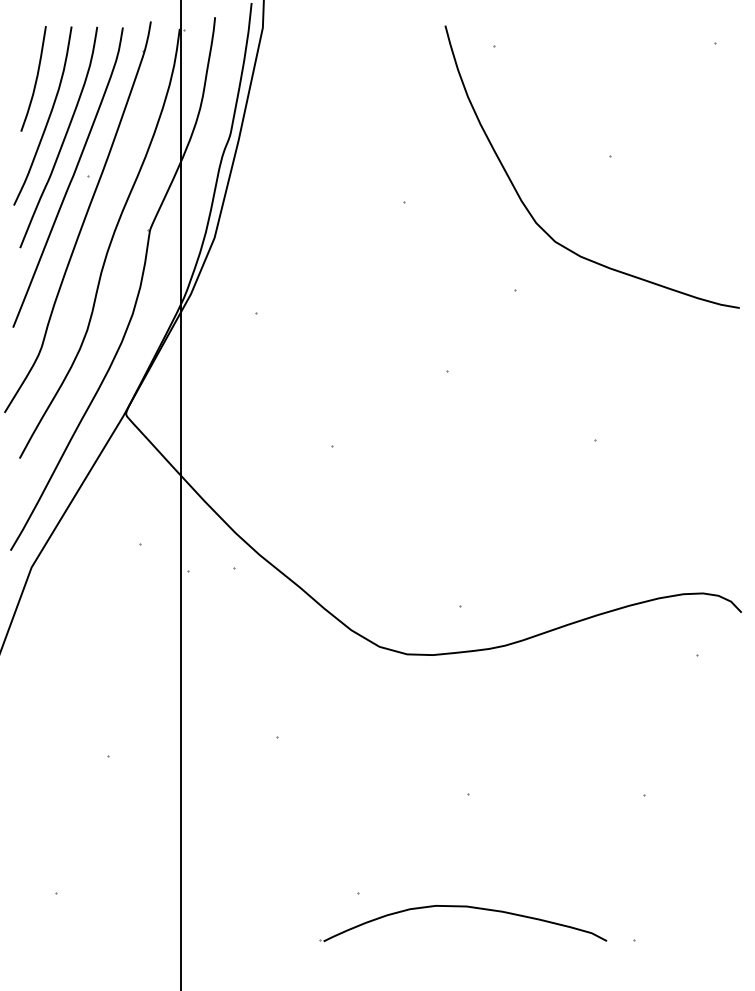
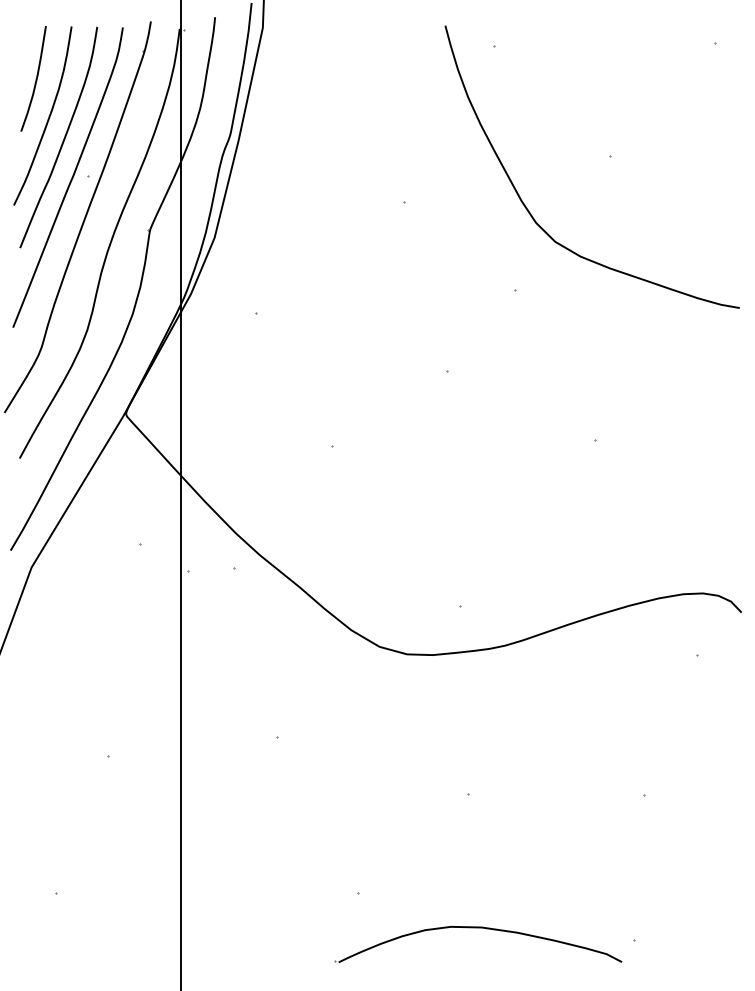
part at (463, 907) position: (463, 907) -> (478, 928)
